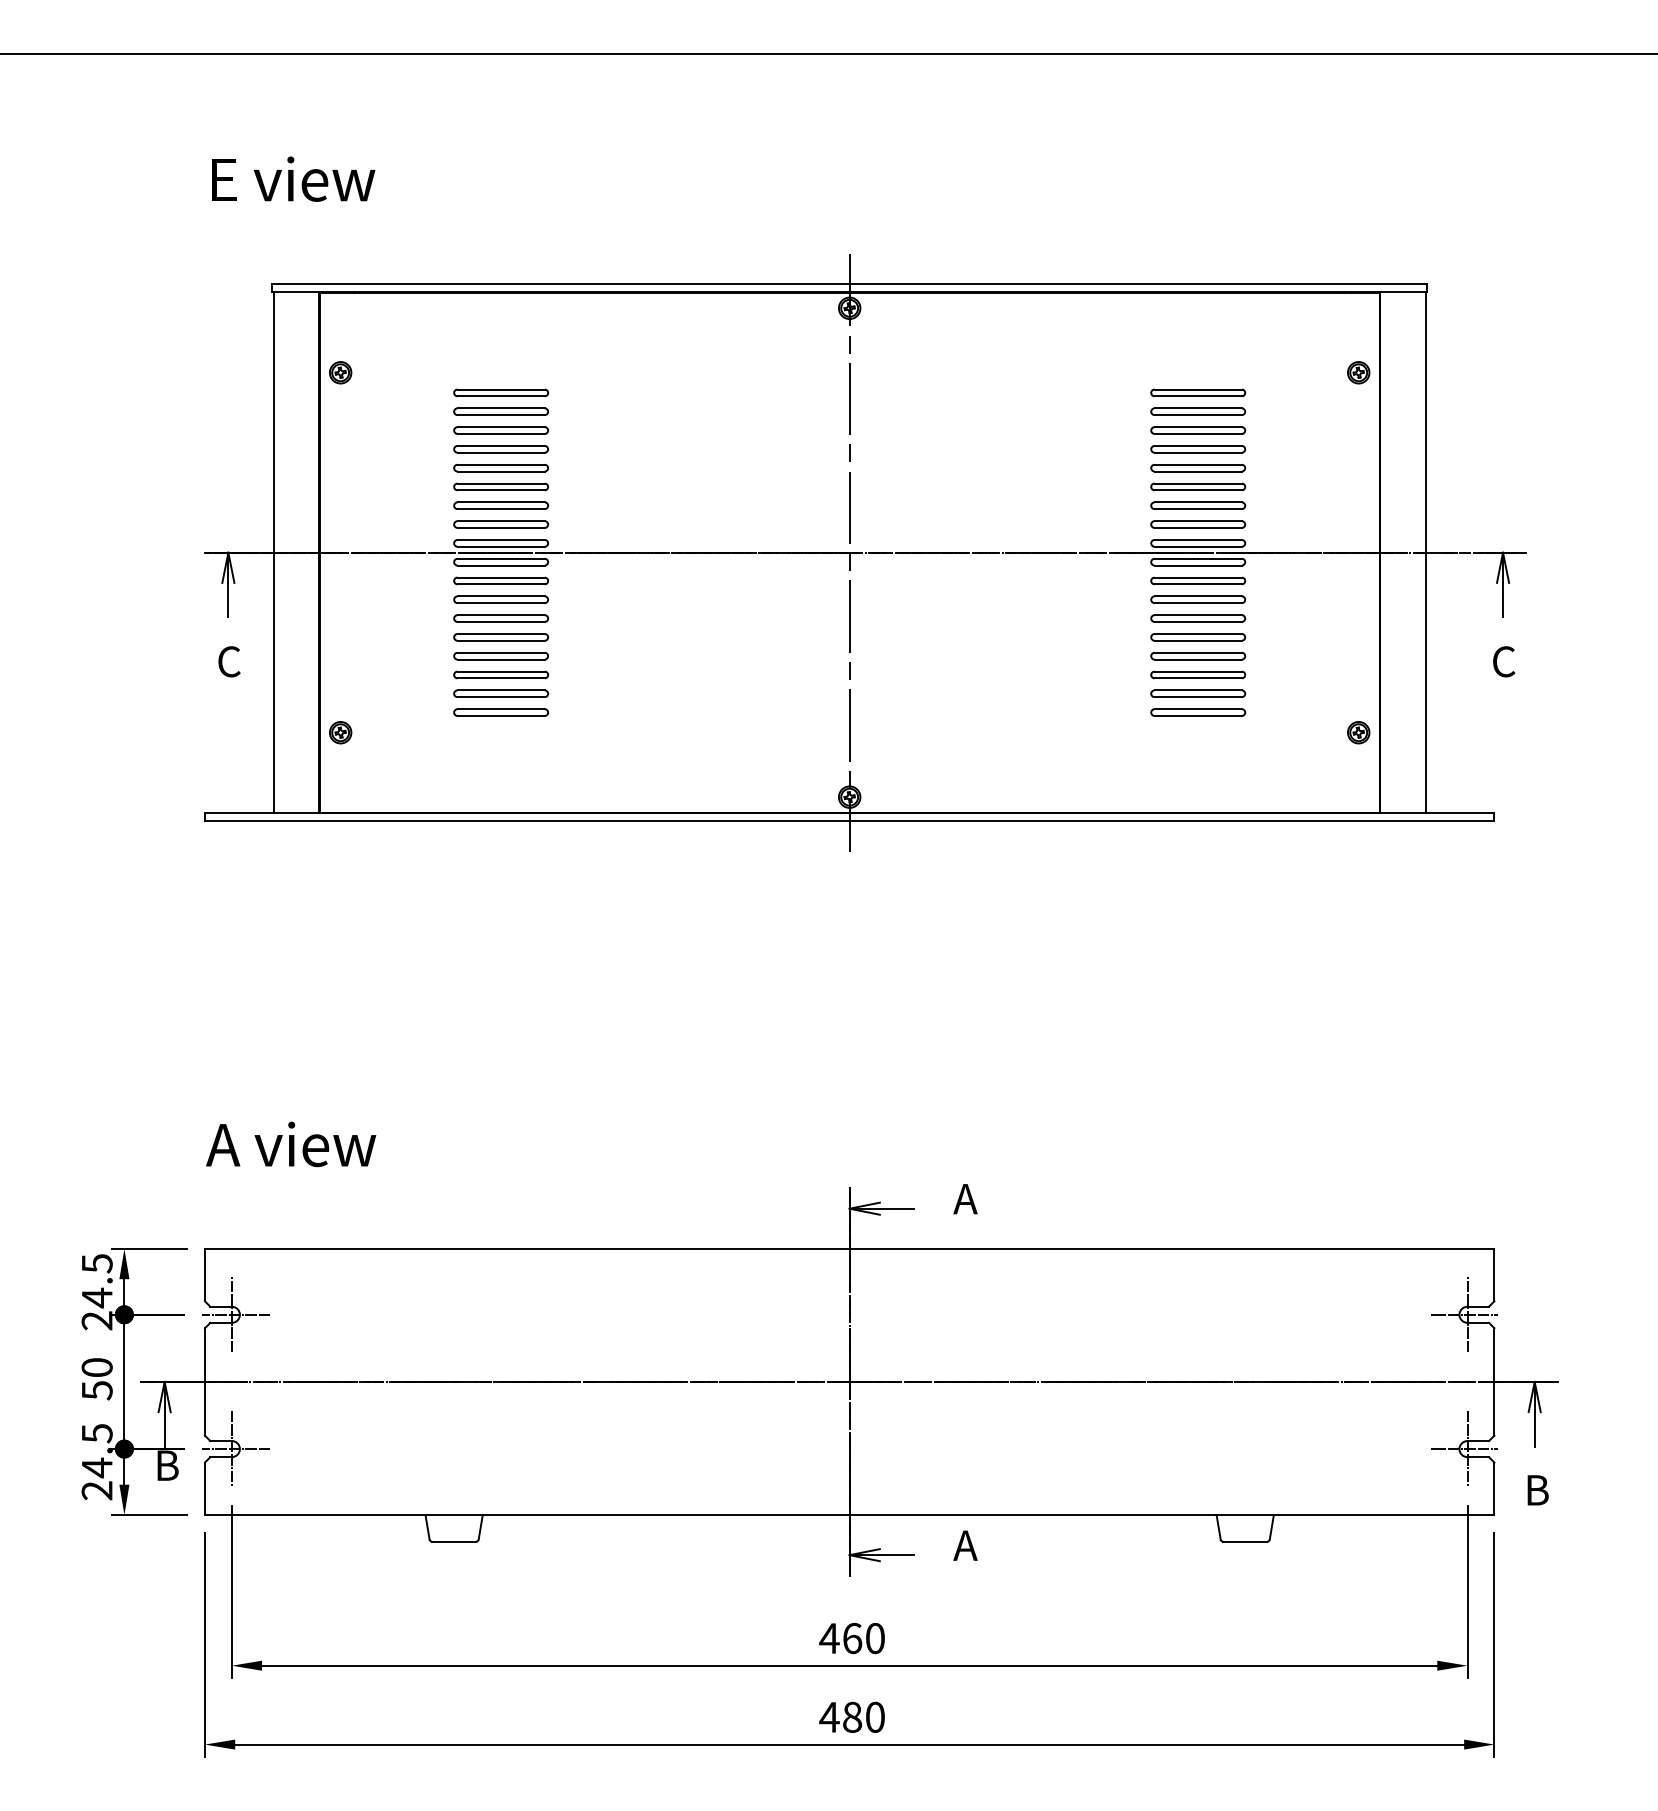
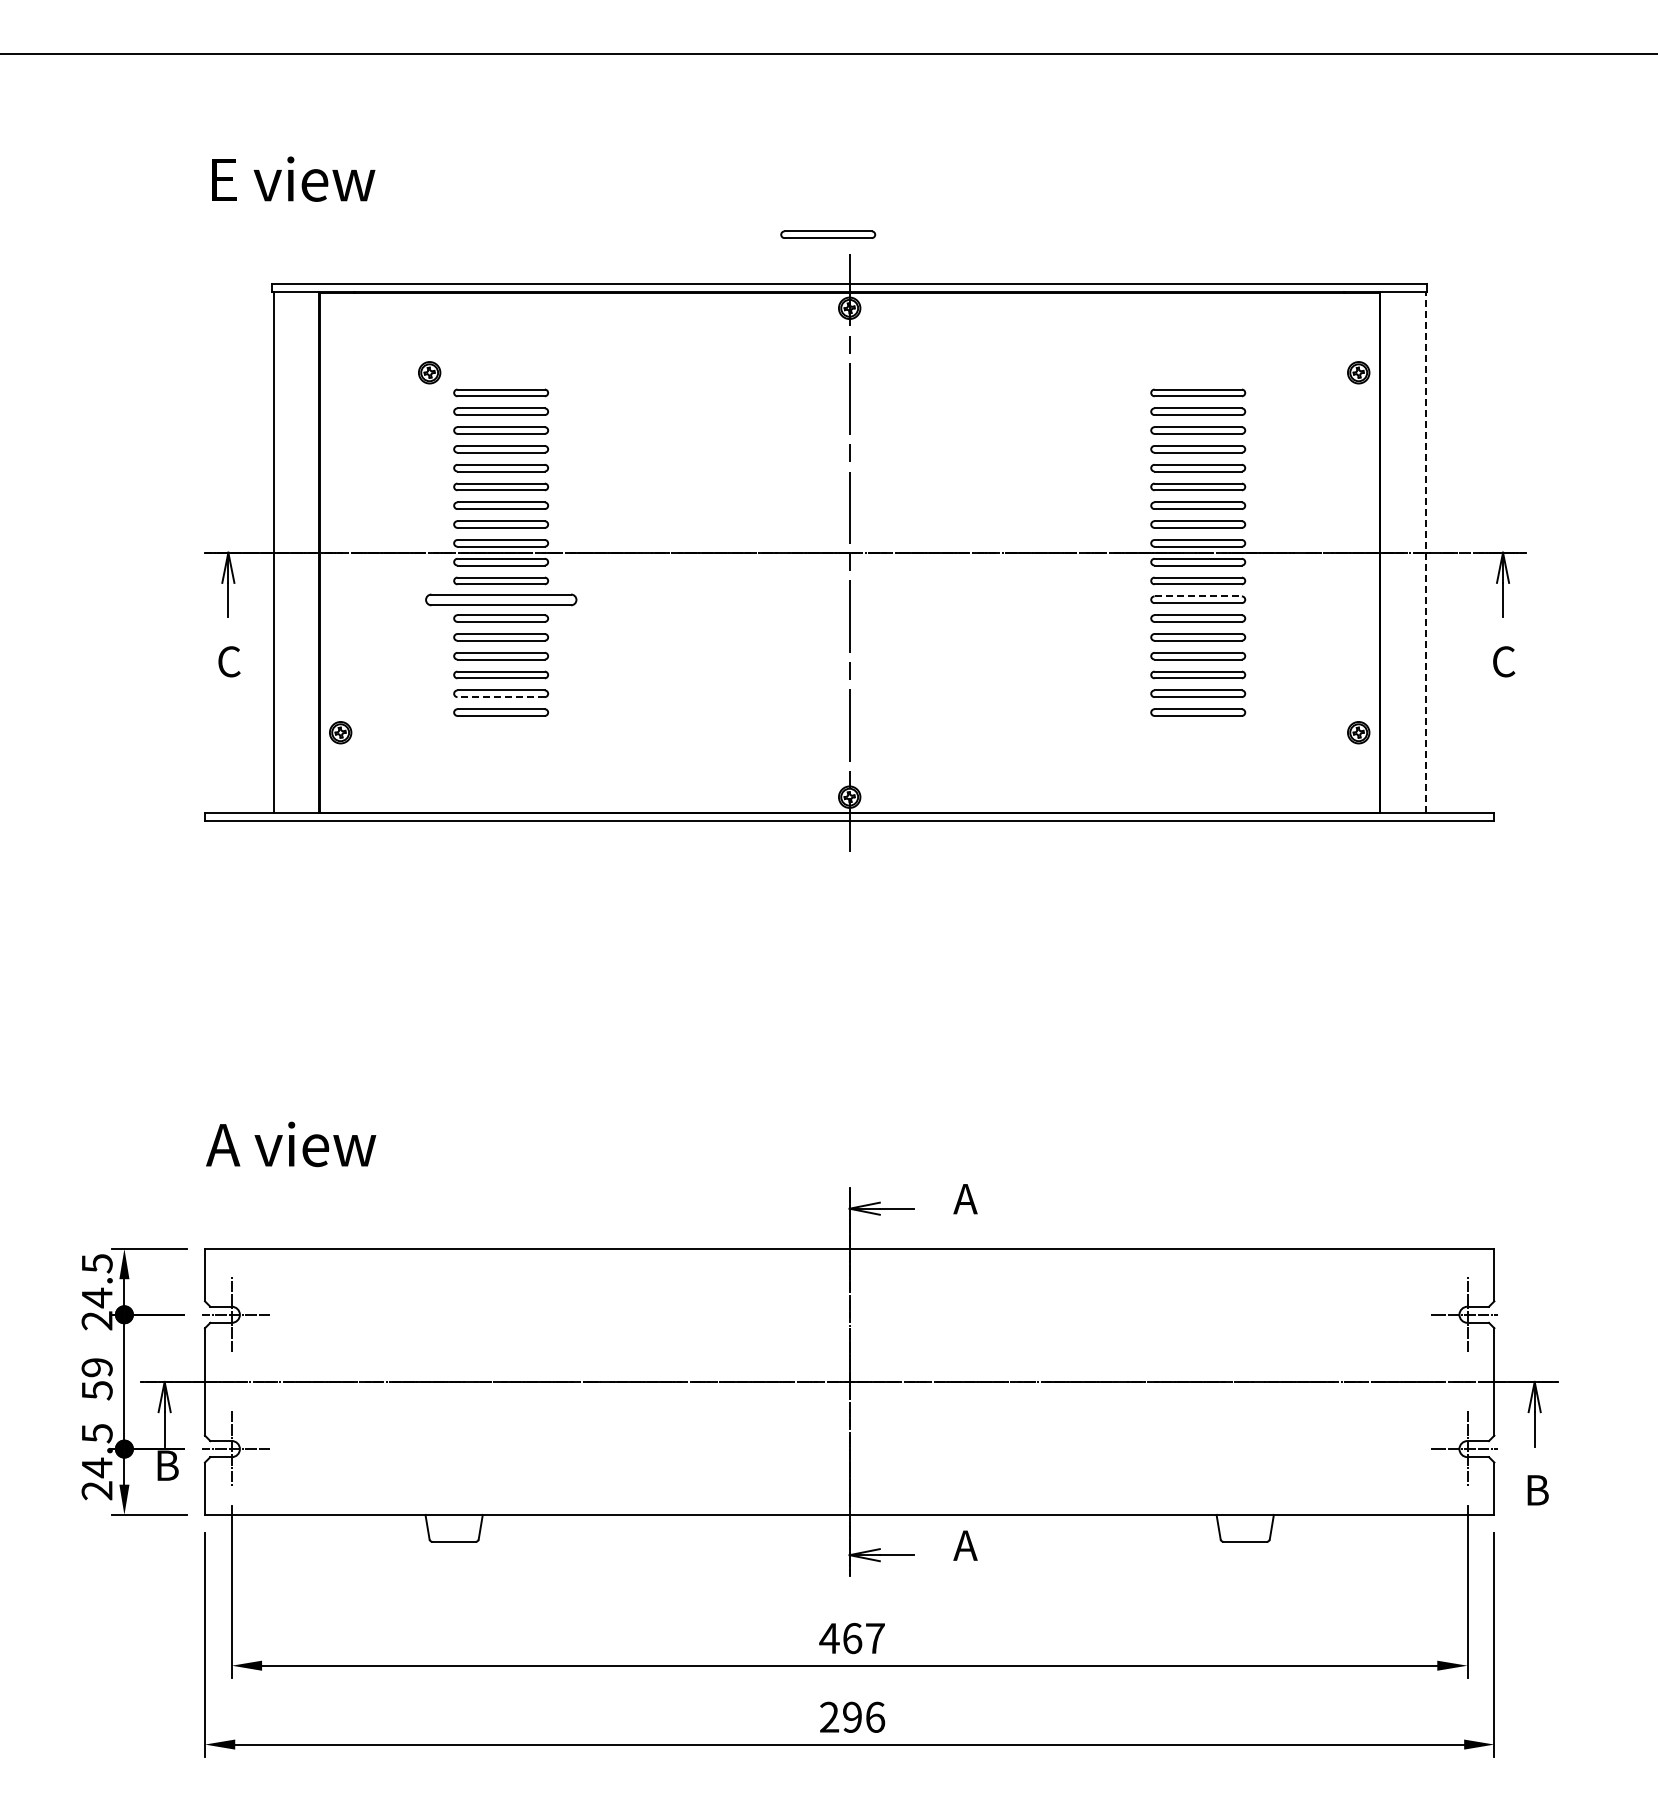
part at (828, 234): none -> present
part at (340, 372) position: (340, 372) -> (429, 372)
line at (1425, 552): solid -> dashed
line at (1198, 596): solid -> dashed
part at (500, 599) size: 96x9 px -> 153x14 px
line at (501, 697): solid -> dashed
text at (96, 1367): 50 -> 59
text at (875, 1638): 460 -> 467
text at (852, 1716): 480 -> 296
